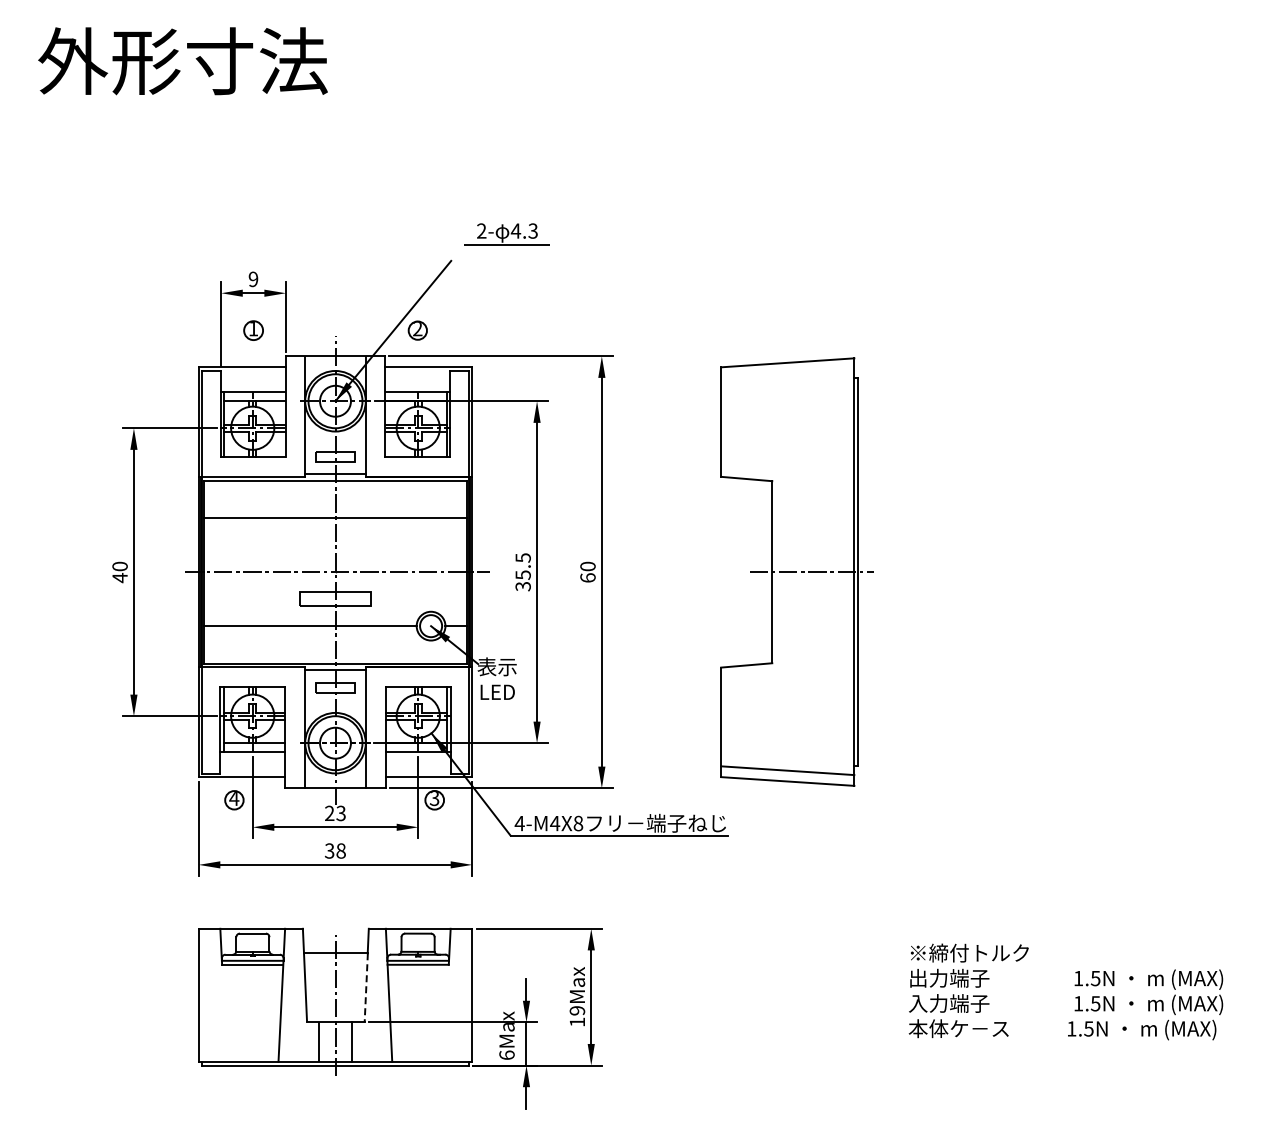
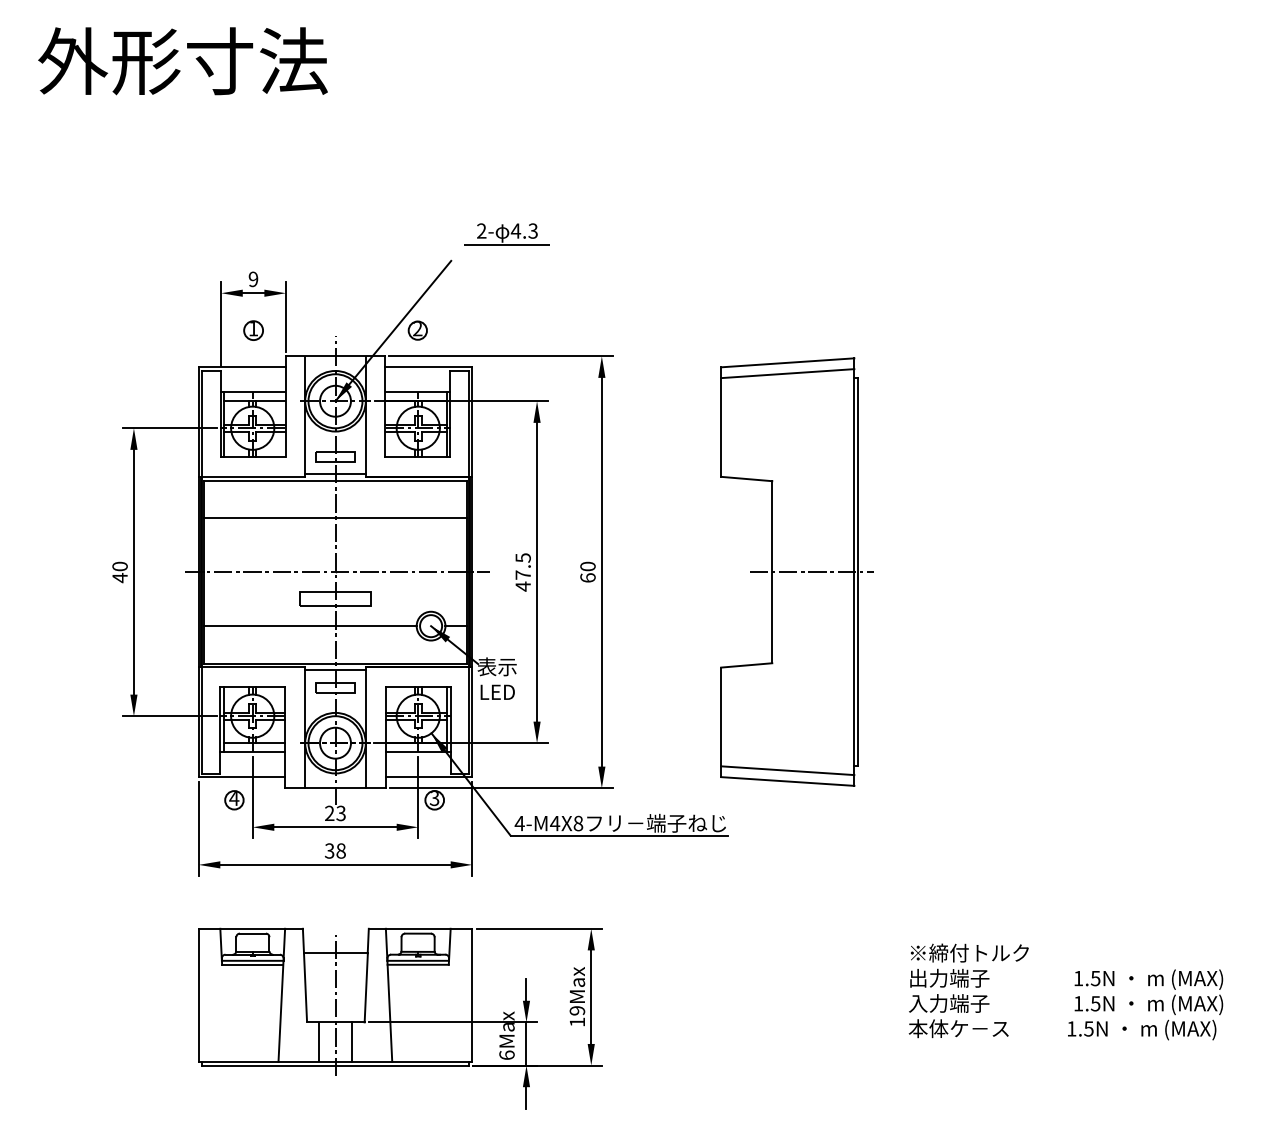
line at (787, 373): none -> present
text at (522, 580): 35.5 -> 47.5
line at (366, 987): dashed -> solid
